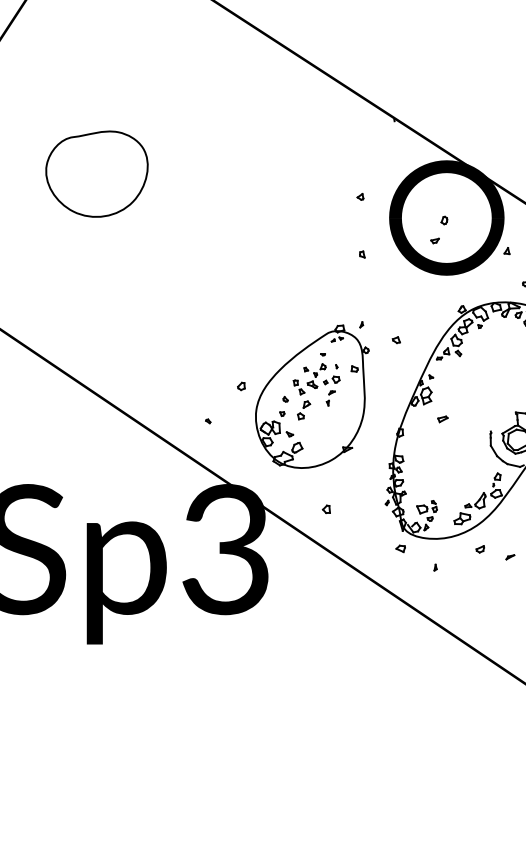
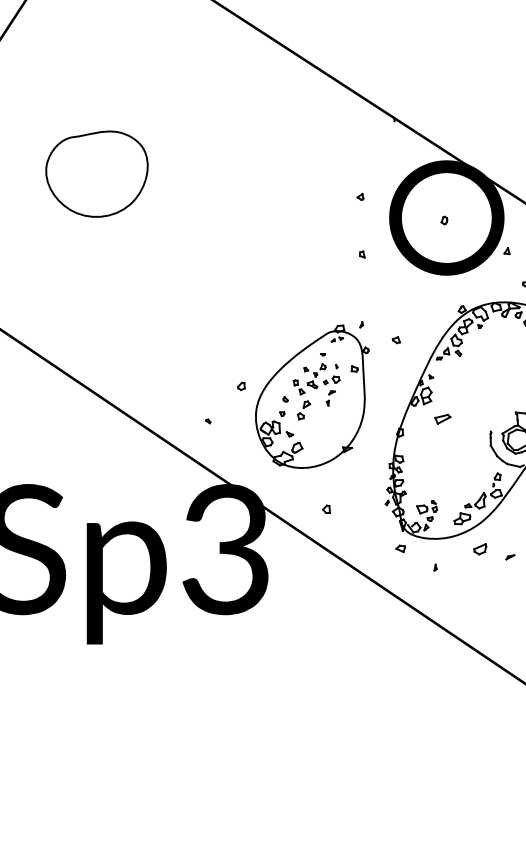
part at (434, 240): present -> none
part at (442, 419) size: 12x9 px -> 18x12 px
part at (480, 549) size: 11x9 px -> 15x13 px
